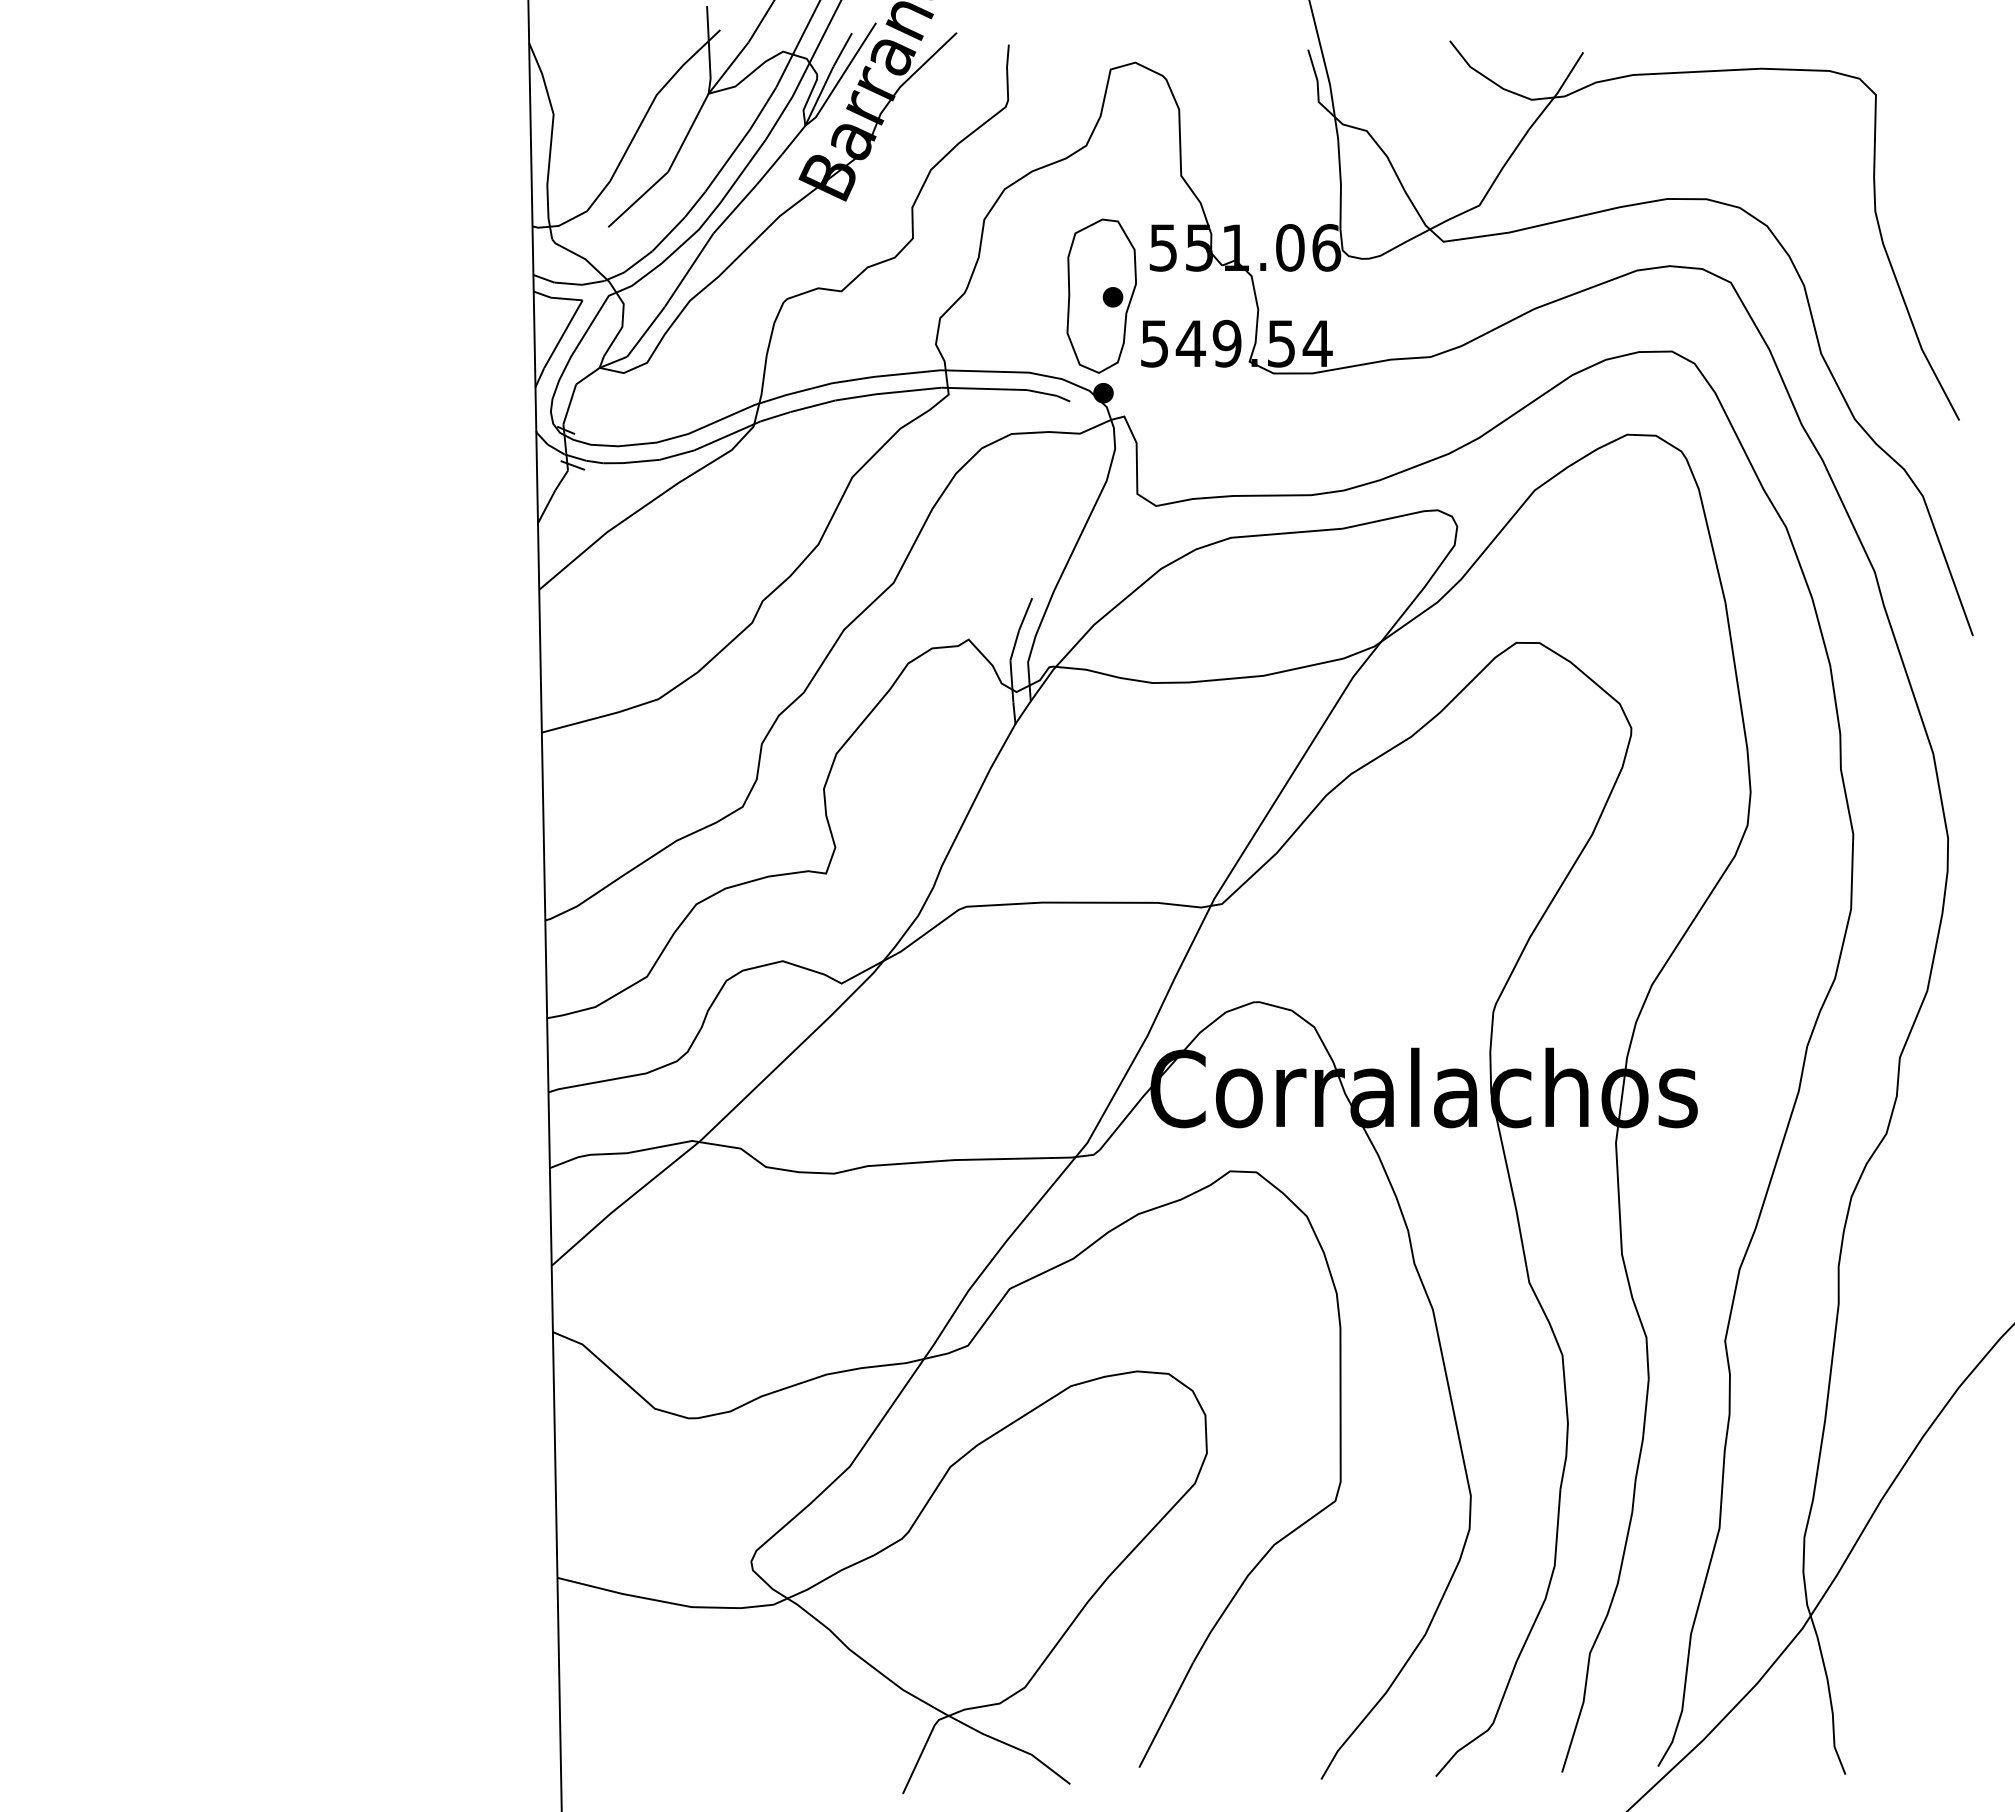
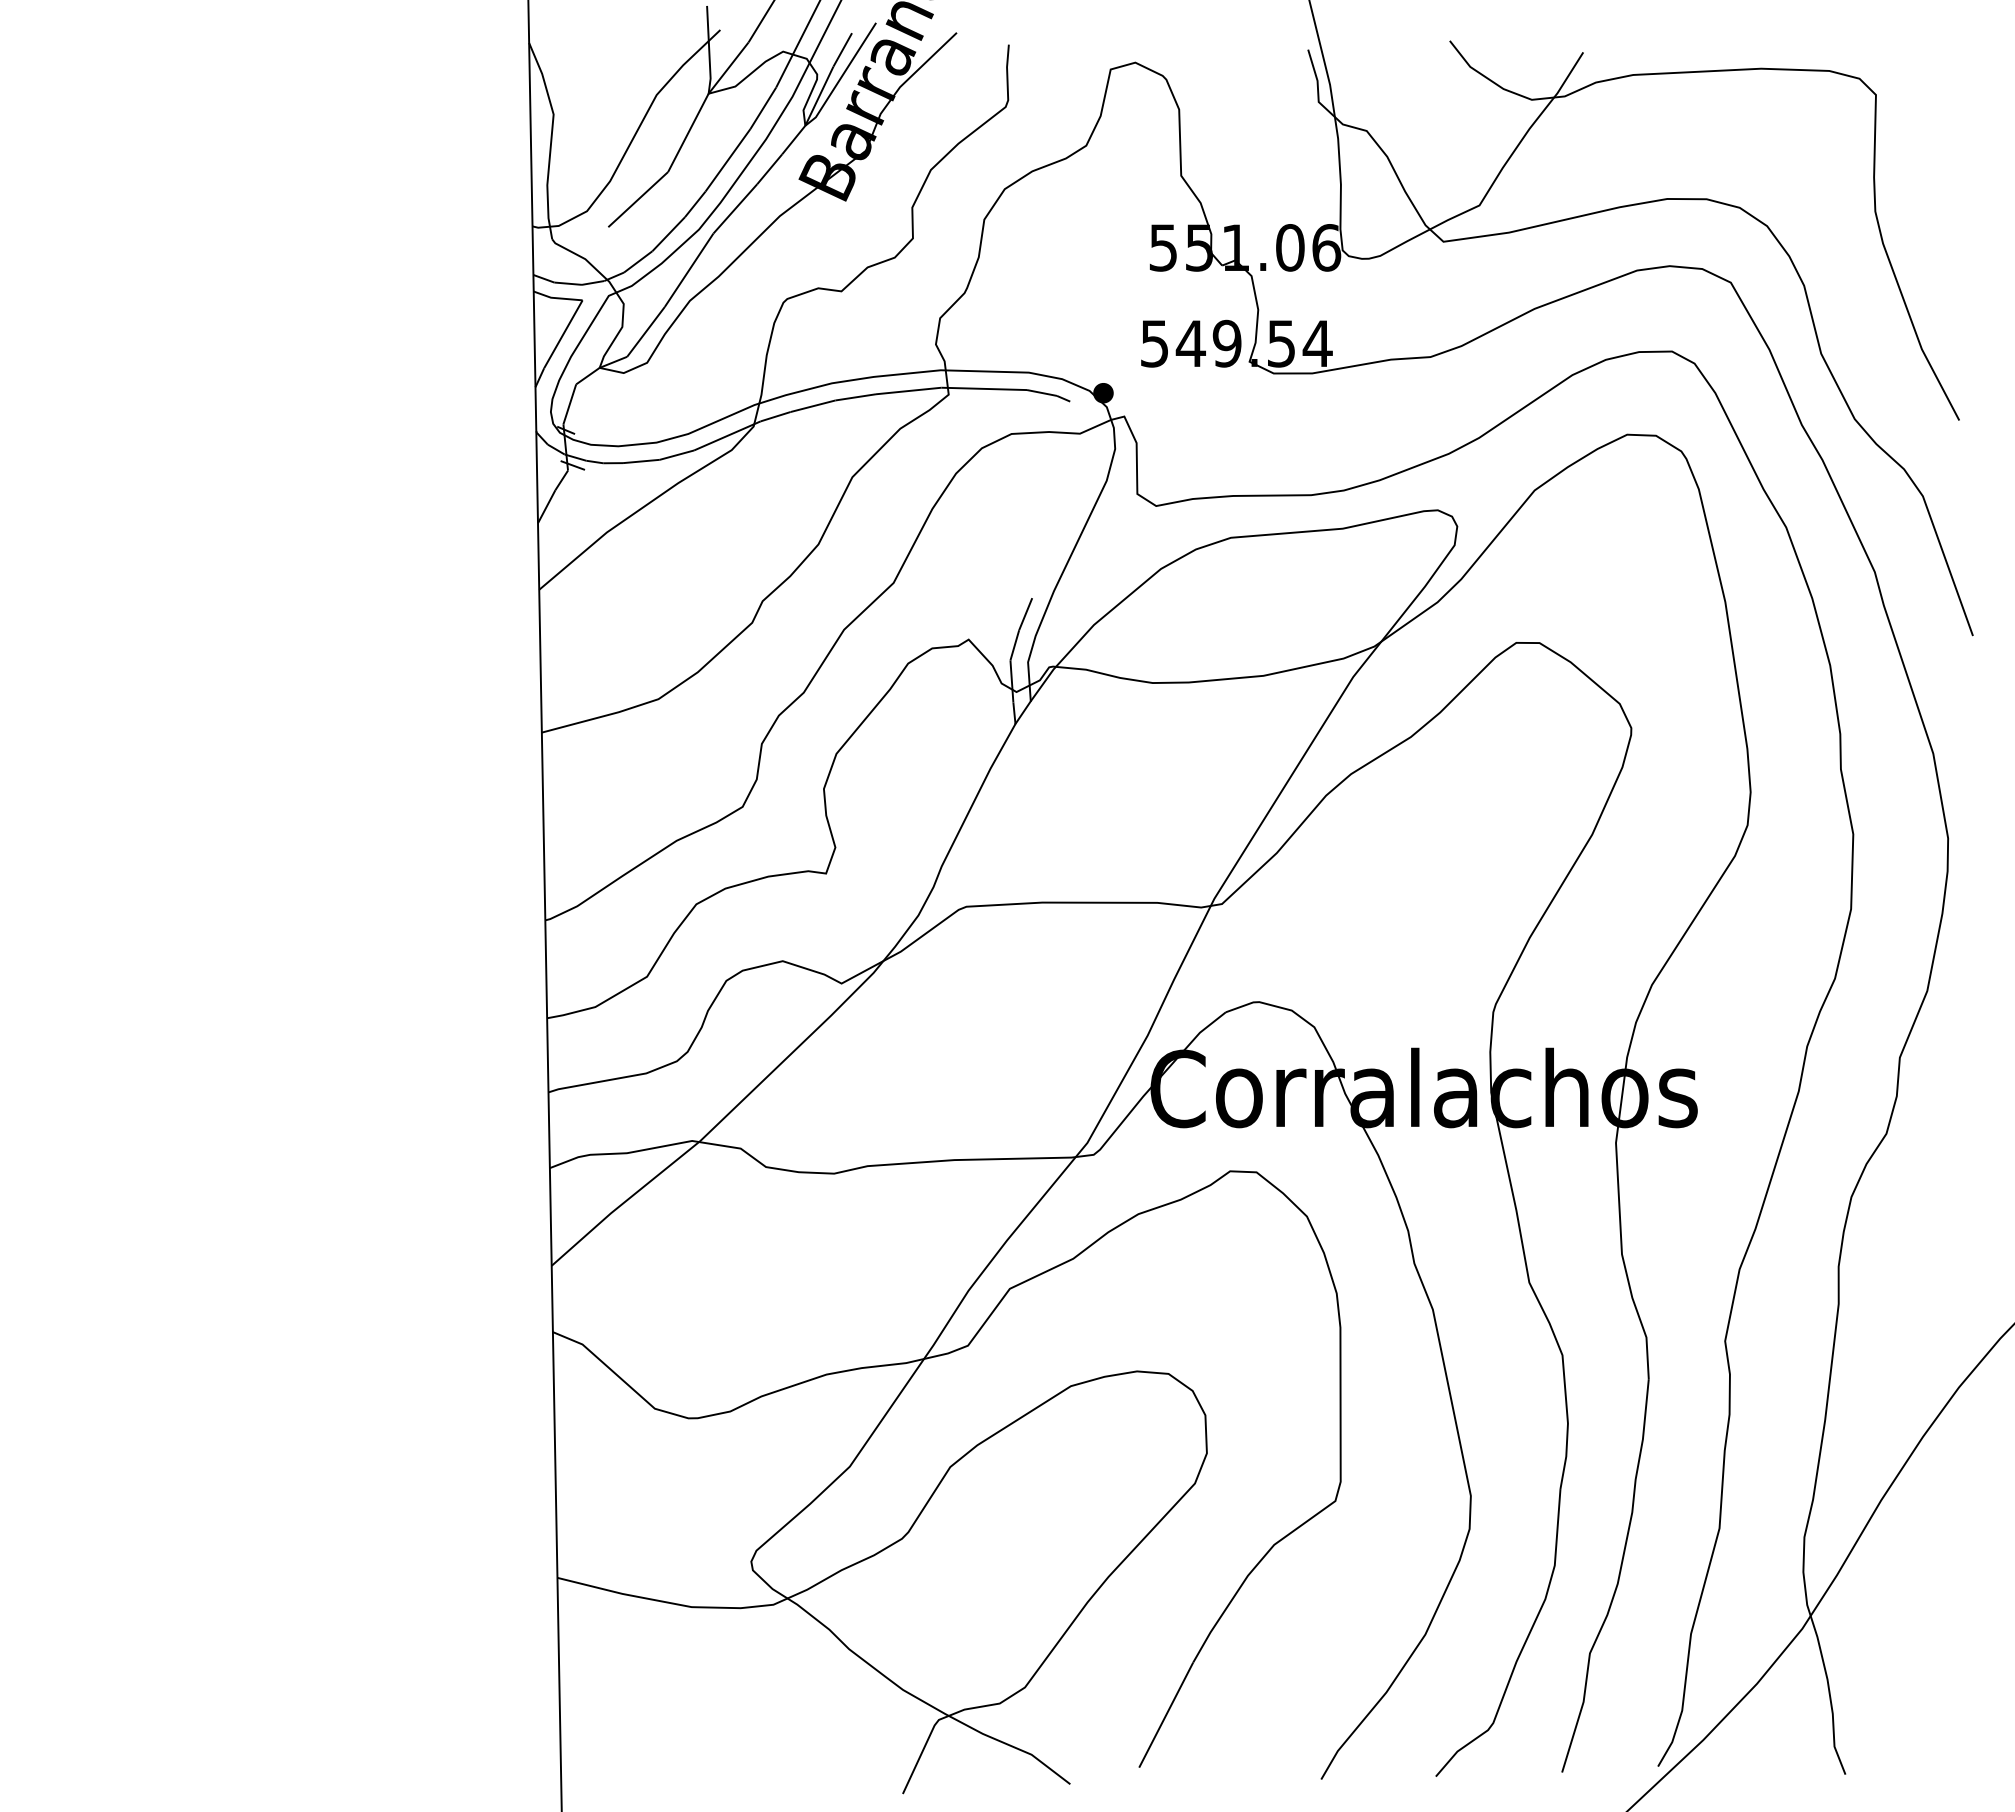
part at (1101, 295): present -> none
